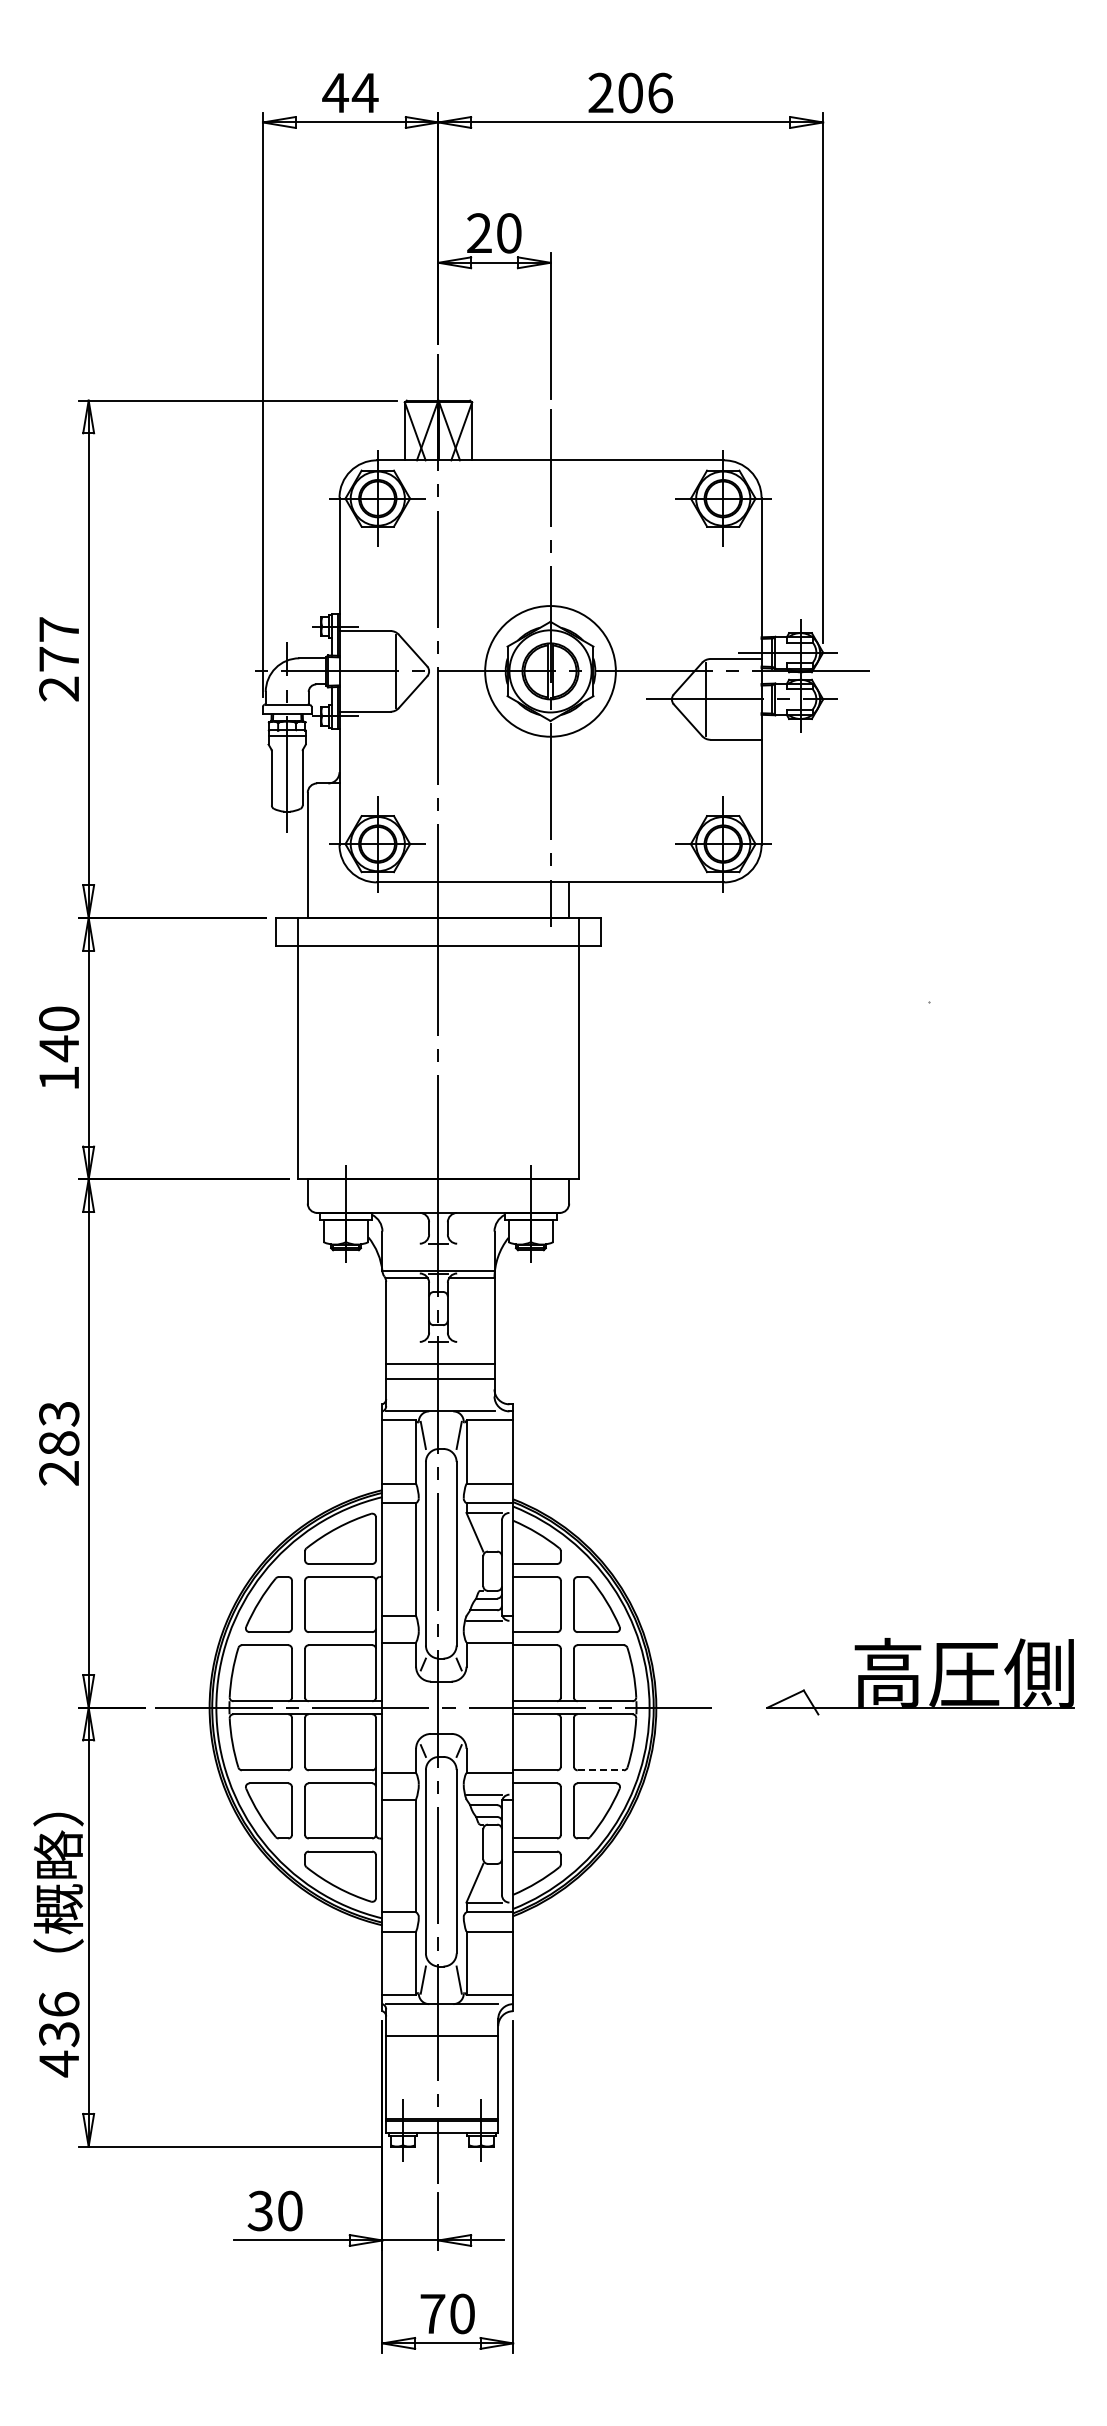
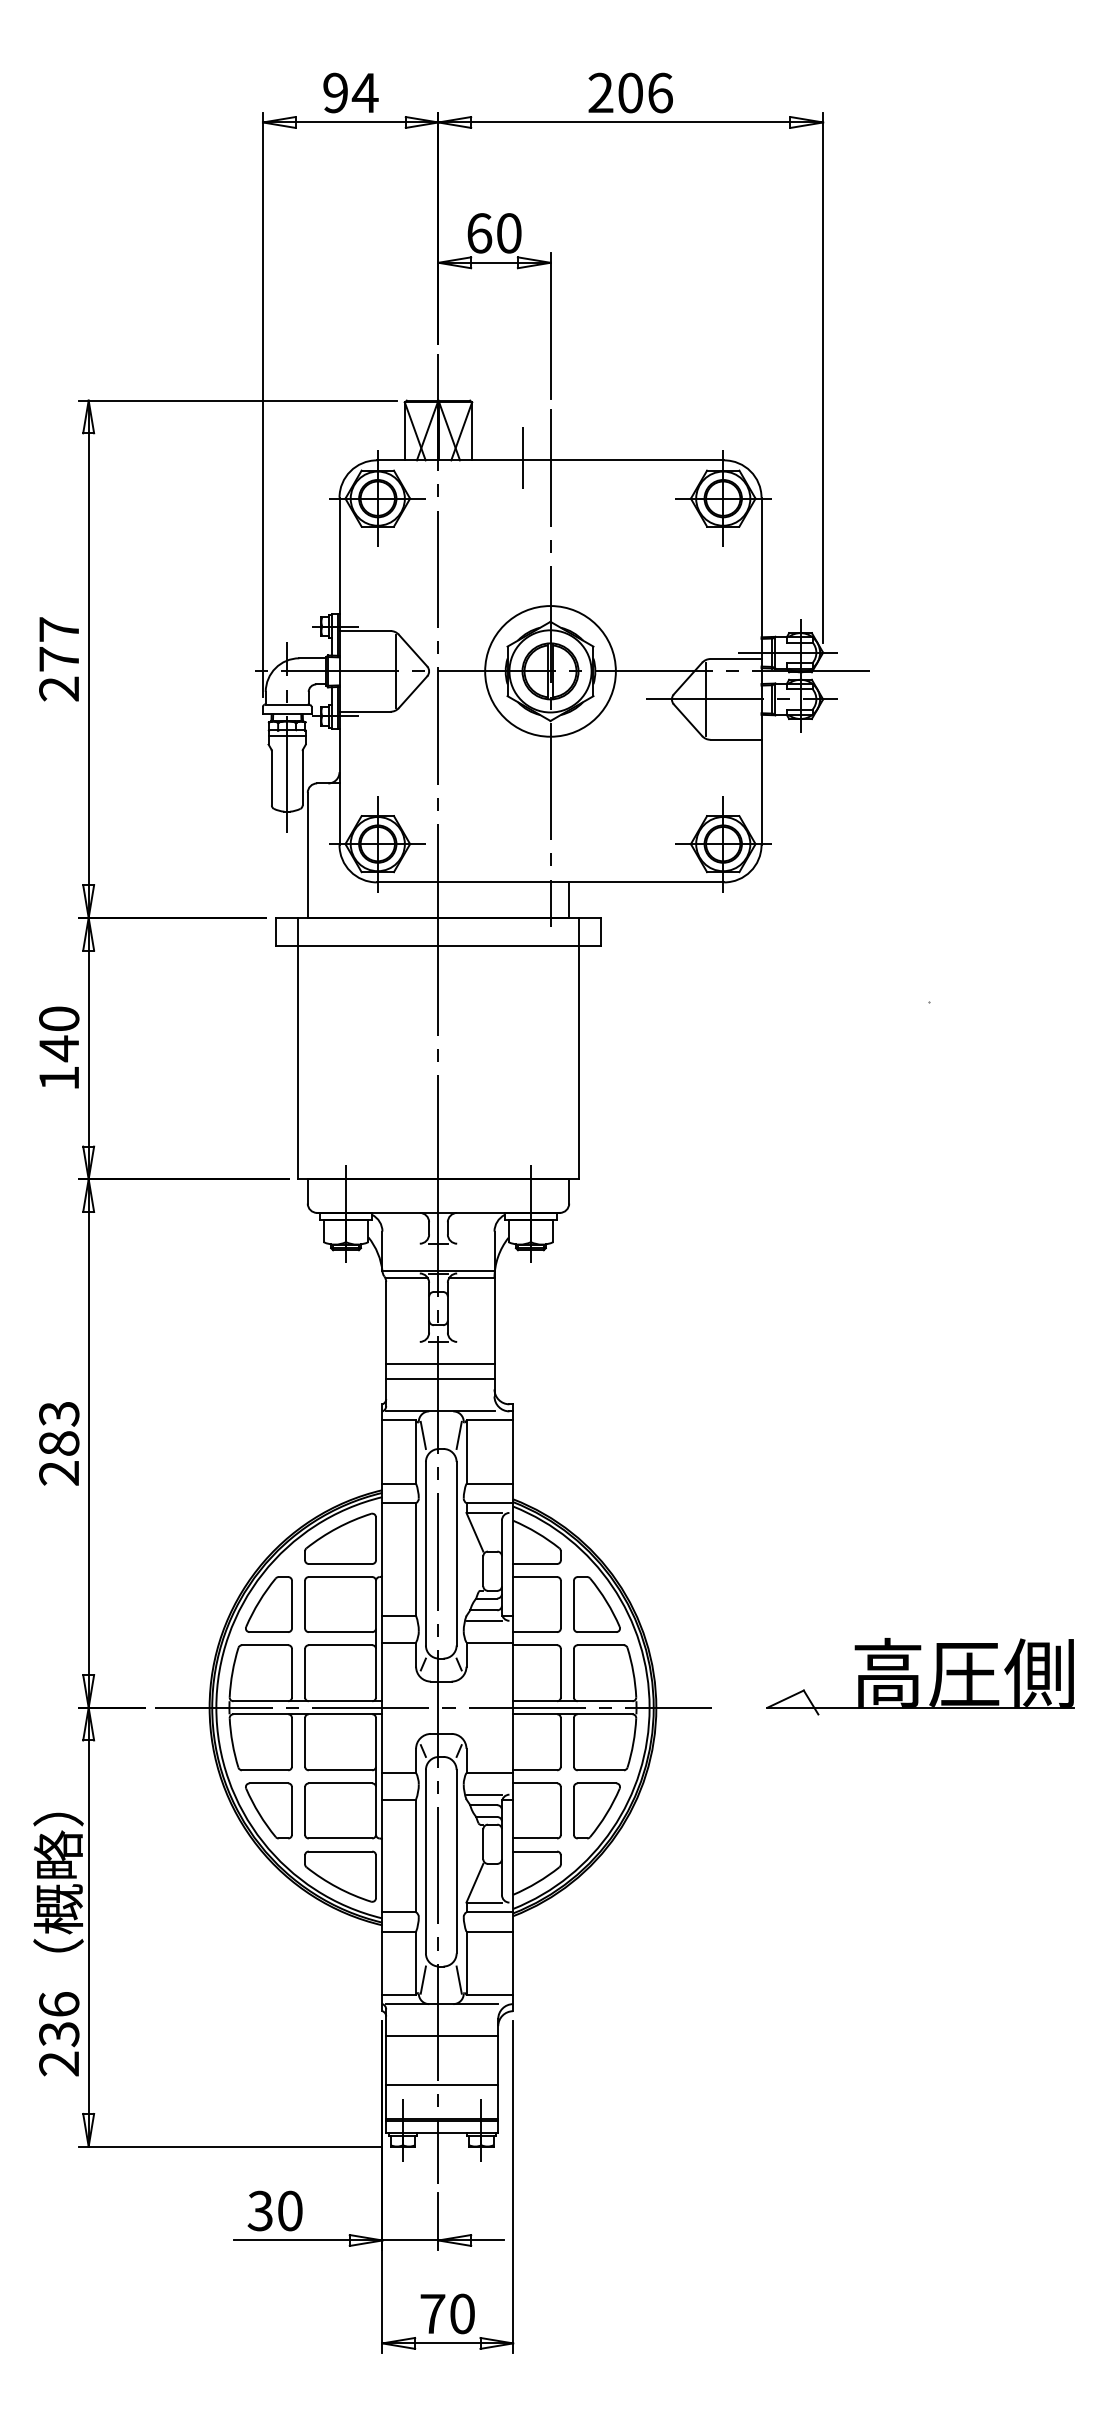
text at (335, 92): 44 -> 94
text at (479, 233): 20 -> 60
line at (522, 457): none -> present
line at (601, 1770): dashed -> solid
text at (58, 2063): 436 -> 236
line at (442, 2084): none -> present
